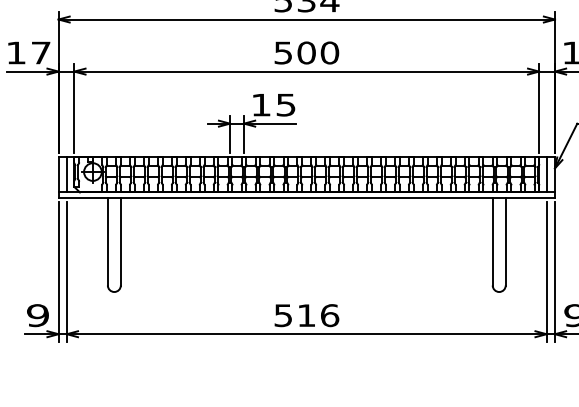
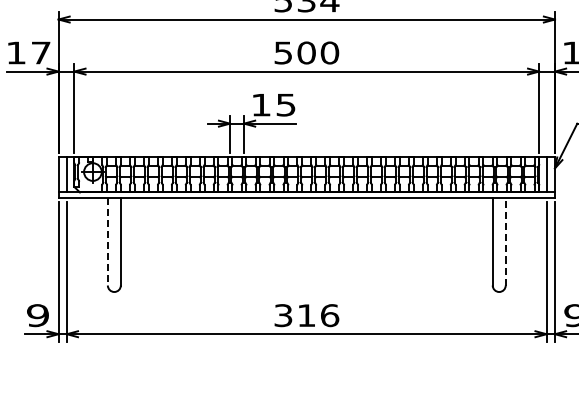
line at (107, 241): solid -> dashed
line at (505, 241): solid -> dashed
text at (283, 315): 516 -> 316
